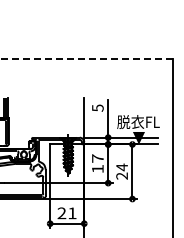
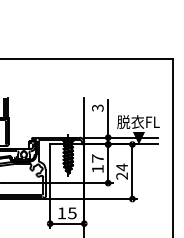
line at (87, 58): dashed -> solid
text at (97, 107): 5 -> 3
text at (66, 213): 21 -> 15
